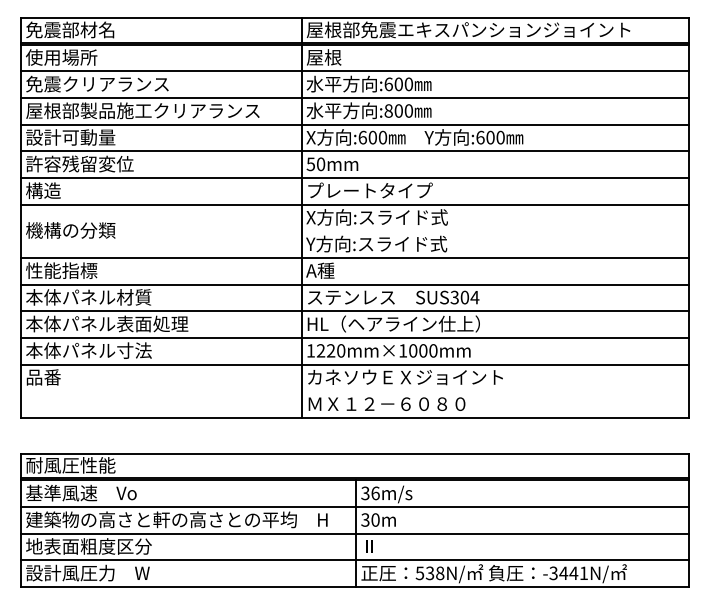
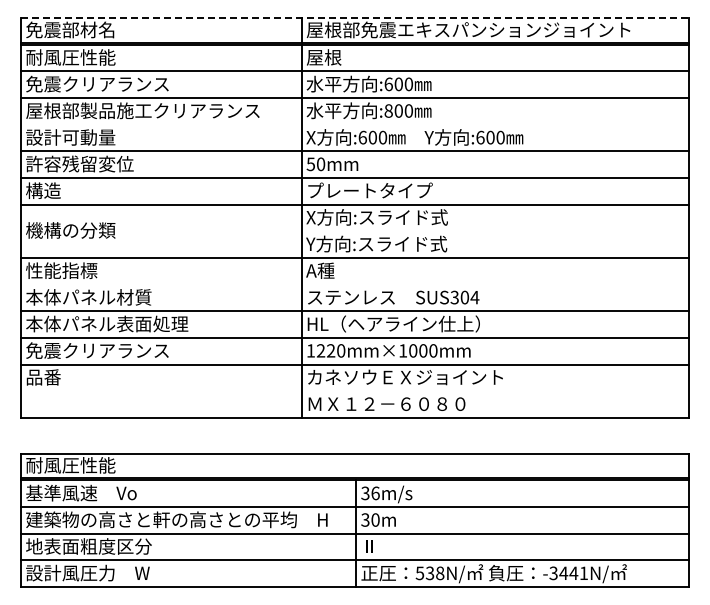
line at (355, 18): solid -> dashed
text at (70, 57): 使用場所 -> 耐風圧性能
line at (354, 124): present -> none
line at (354, 284): present -> none
text at (97, 350): 本体パネル寸法 -> 免震クリアランス
